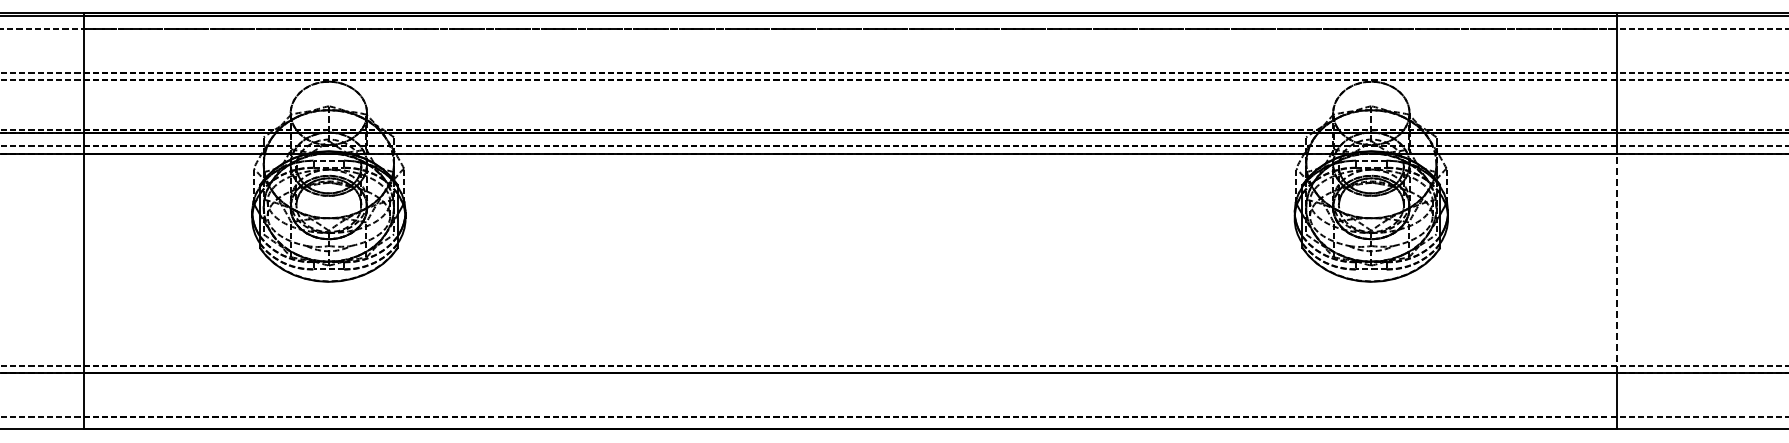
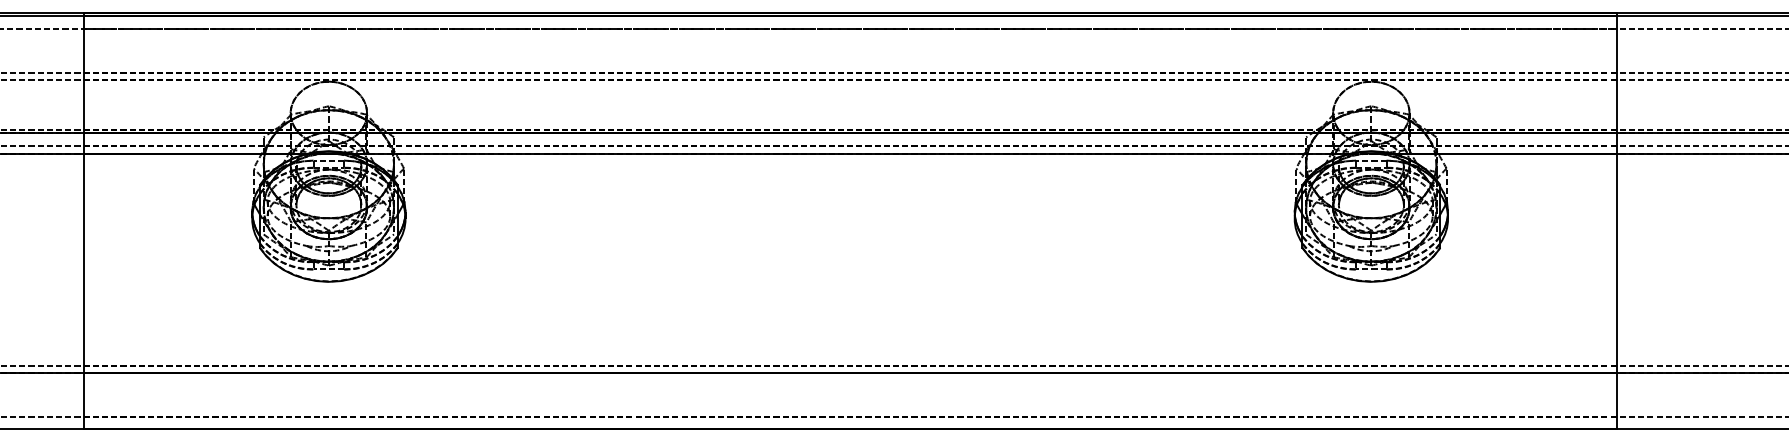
line at (1616, 263): dashed -> solid
